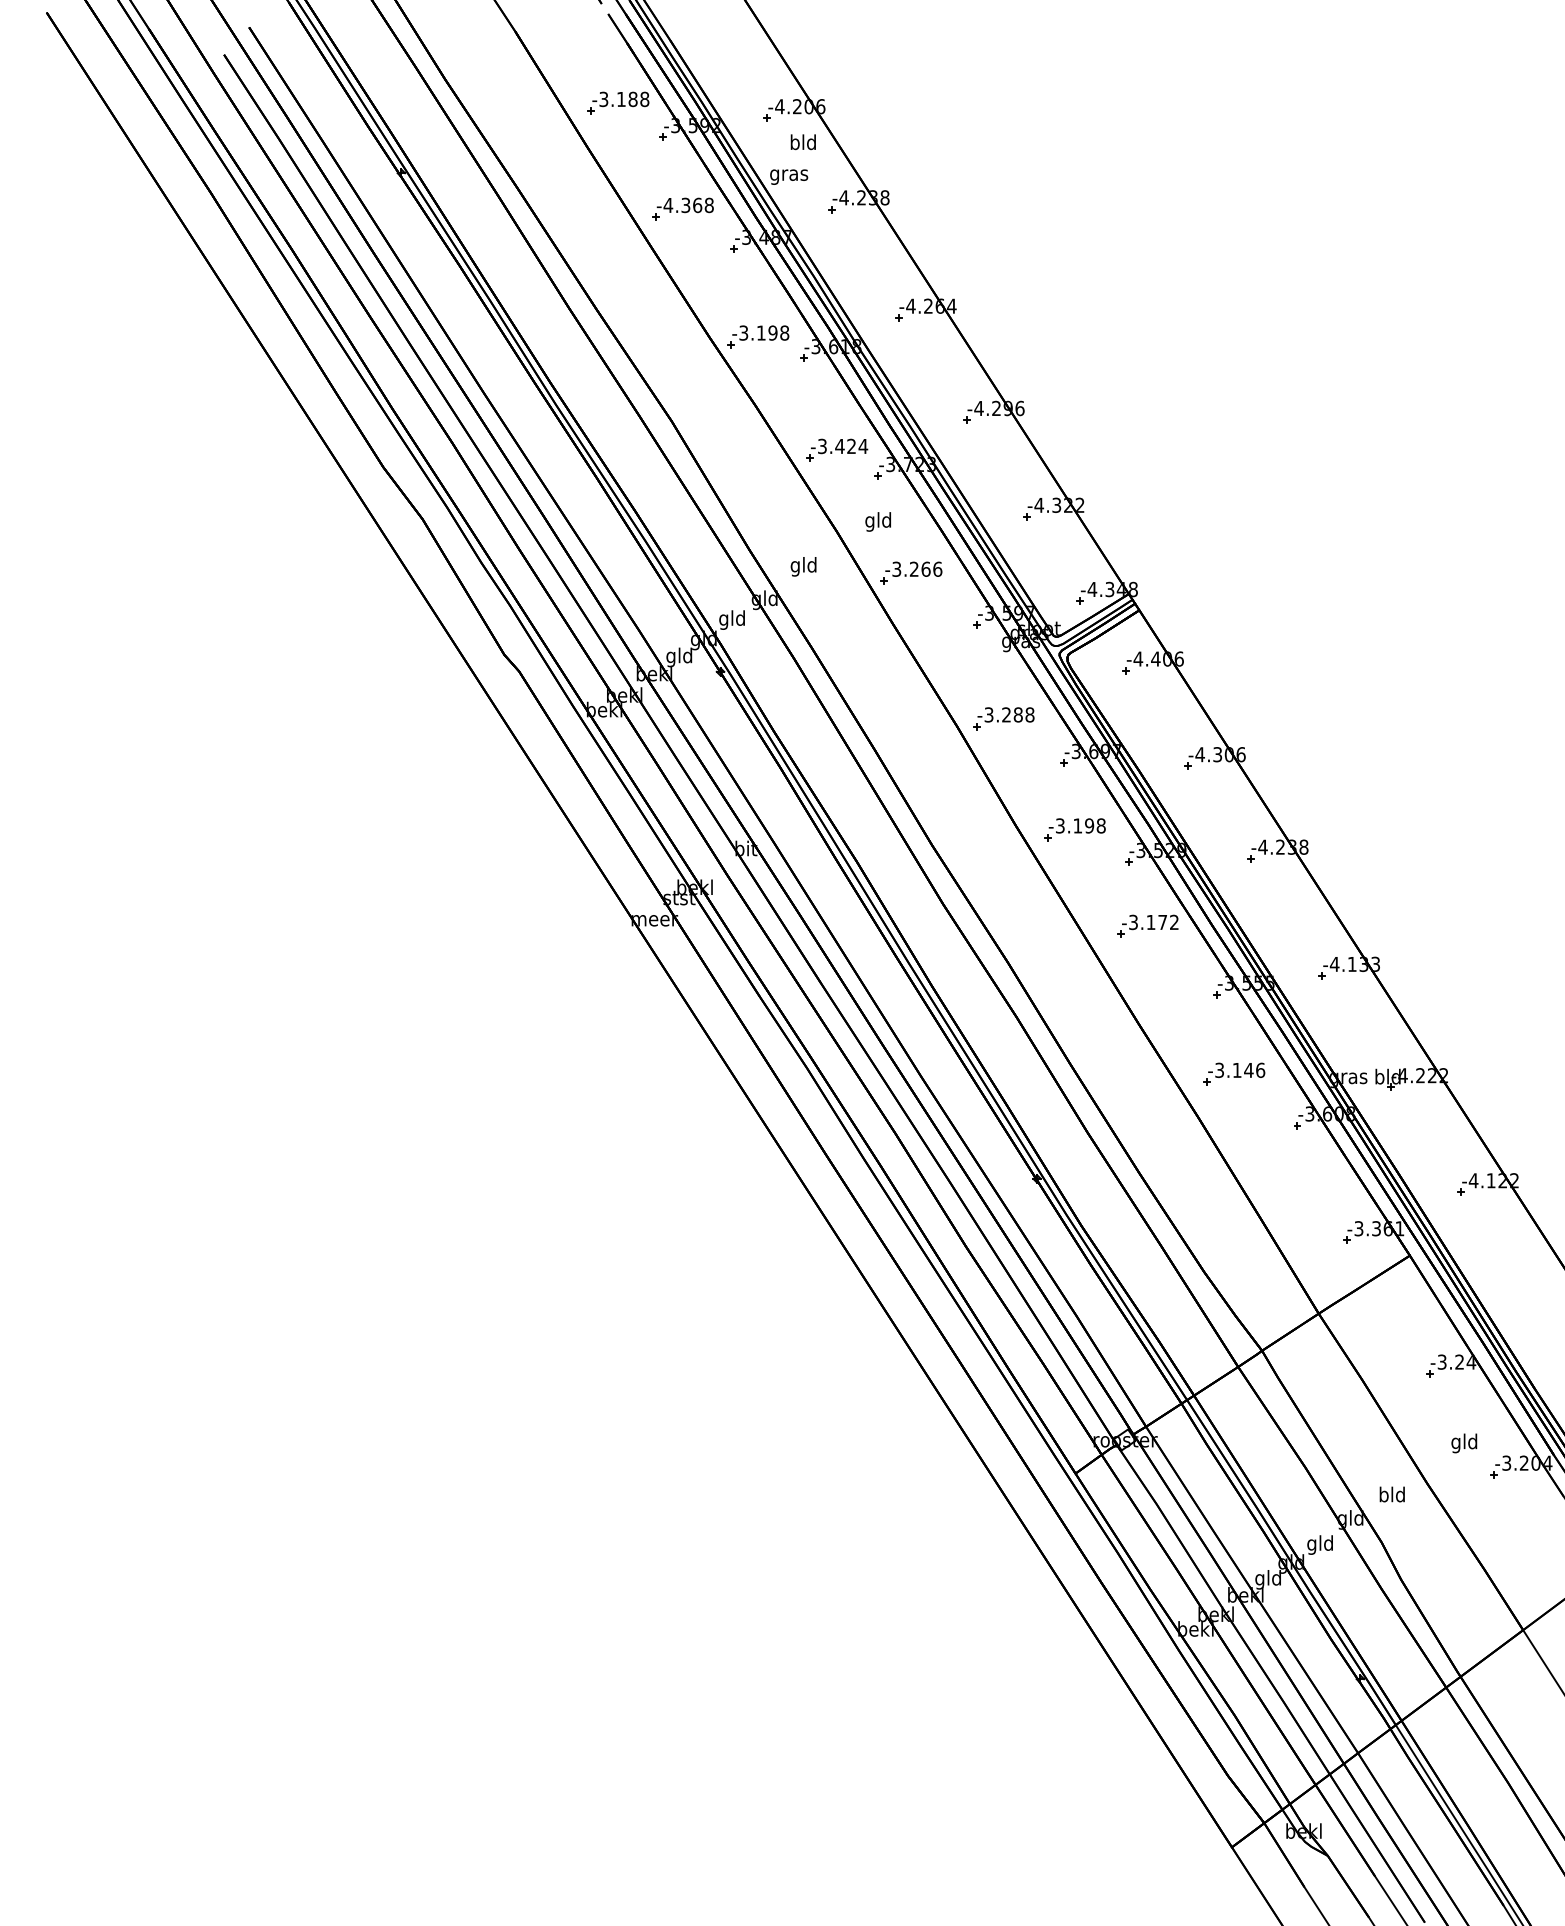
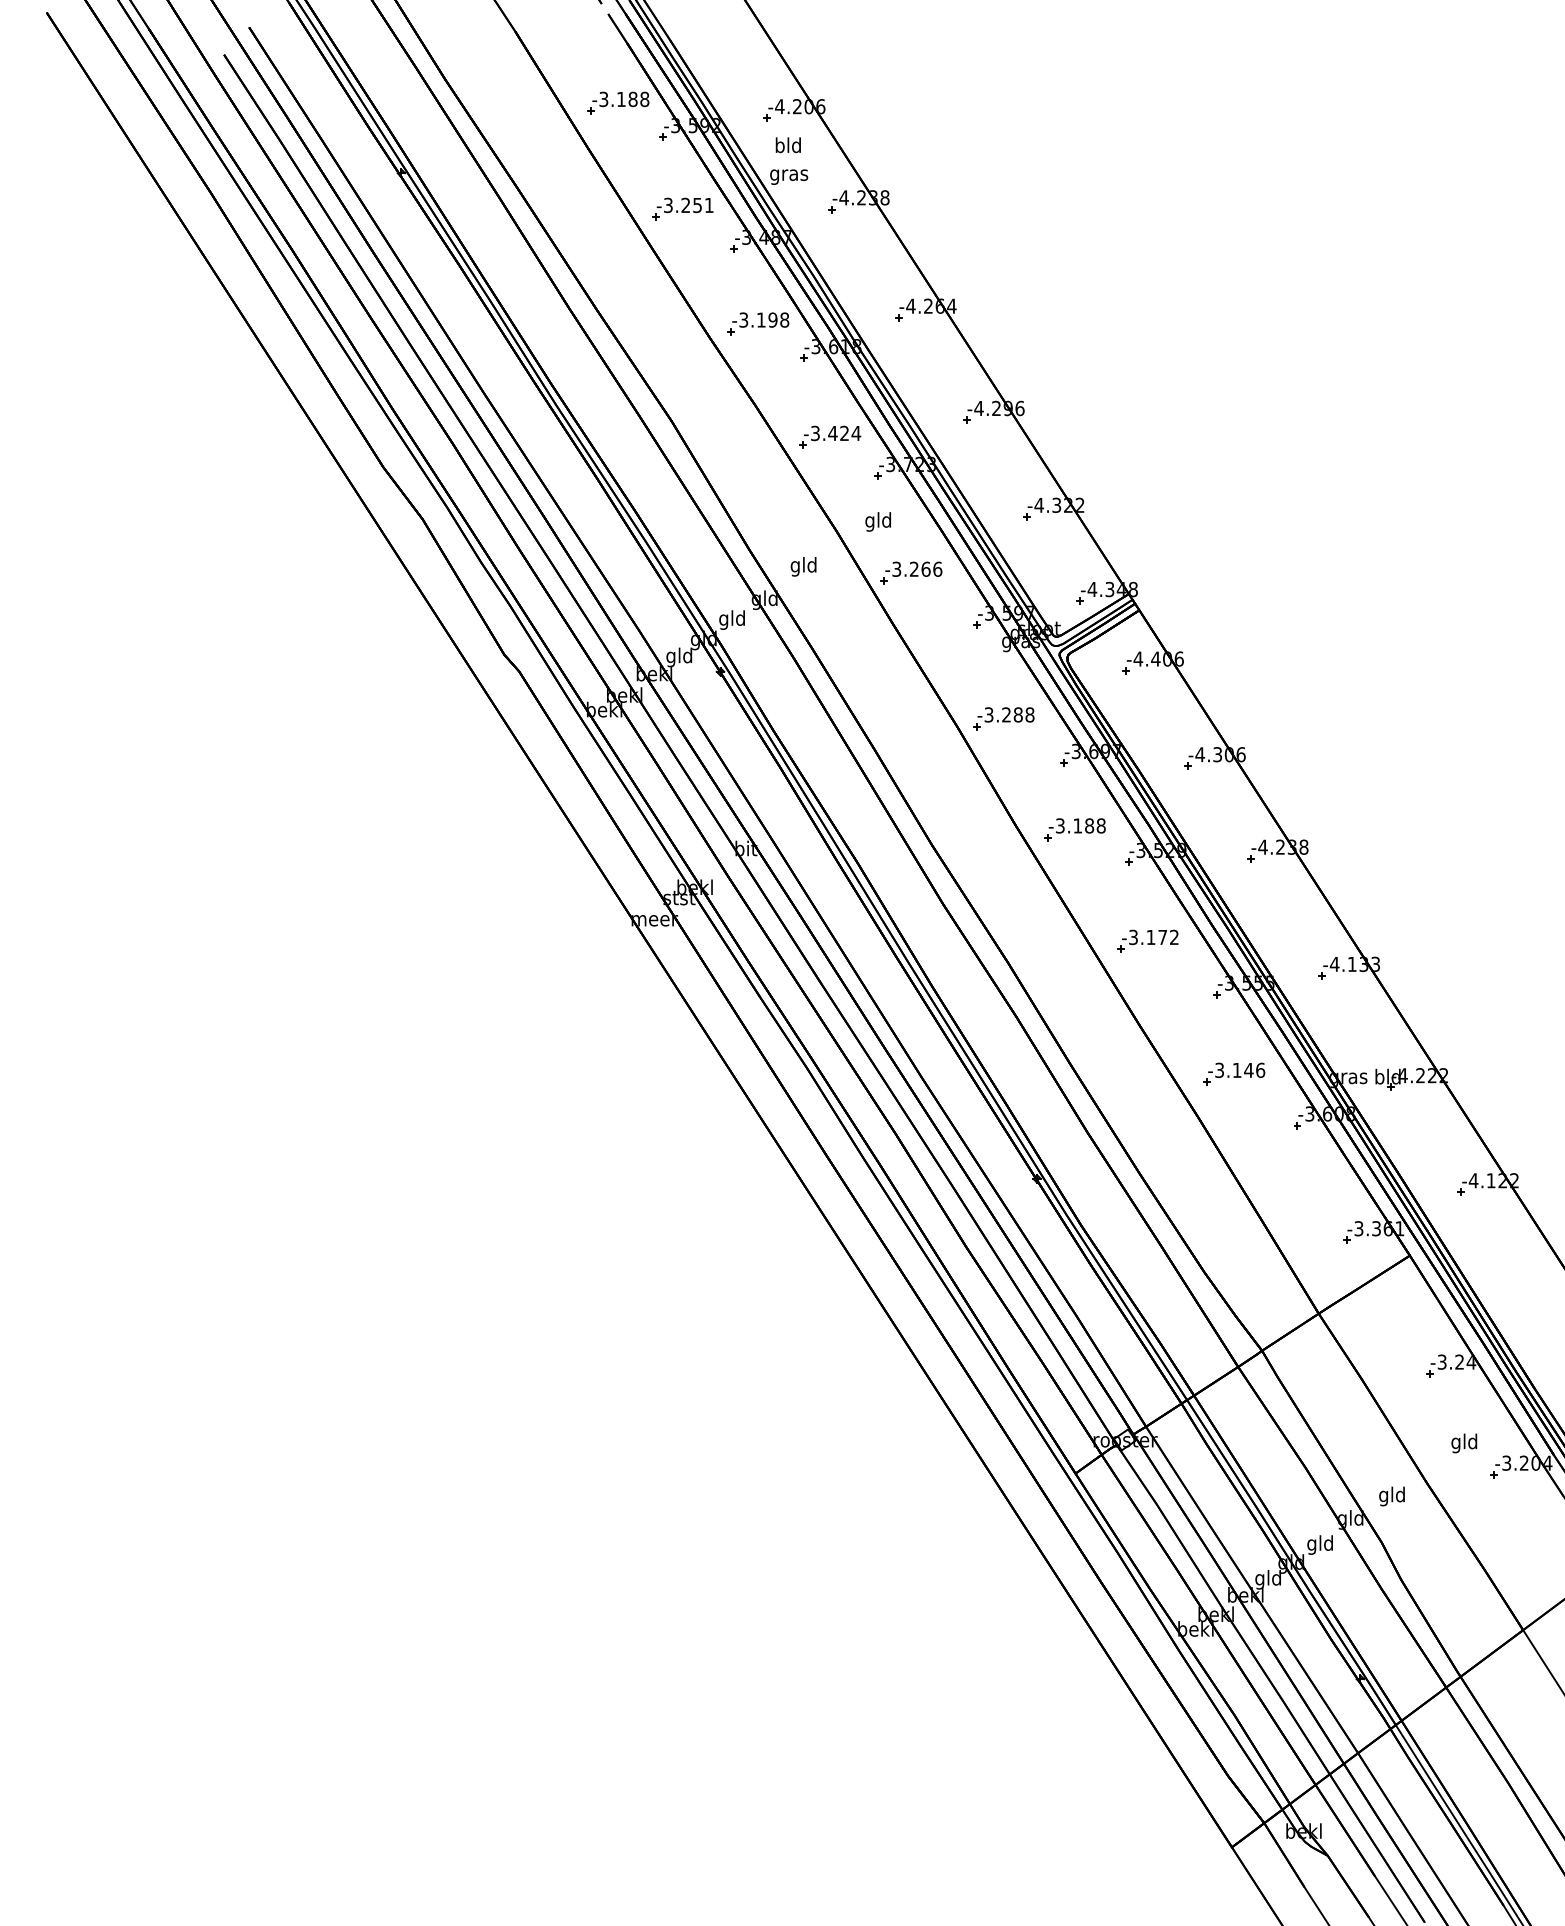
text at (802, 142) position: (802, 142) -> (787, 145)
text at (688, 205): -4.368 -> -3.251
part at (758, 336) position: (758, 336) -> (758, 323)
part at (837, 449) position: (837, 449) -> (830, 436)
text at (1089, 825): -3.198 -> -3.188
part at (1147, 925) position: (1147, 925) -> (1147, 940)
text at (1383, 1496): bld -> gld
